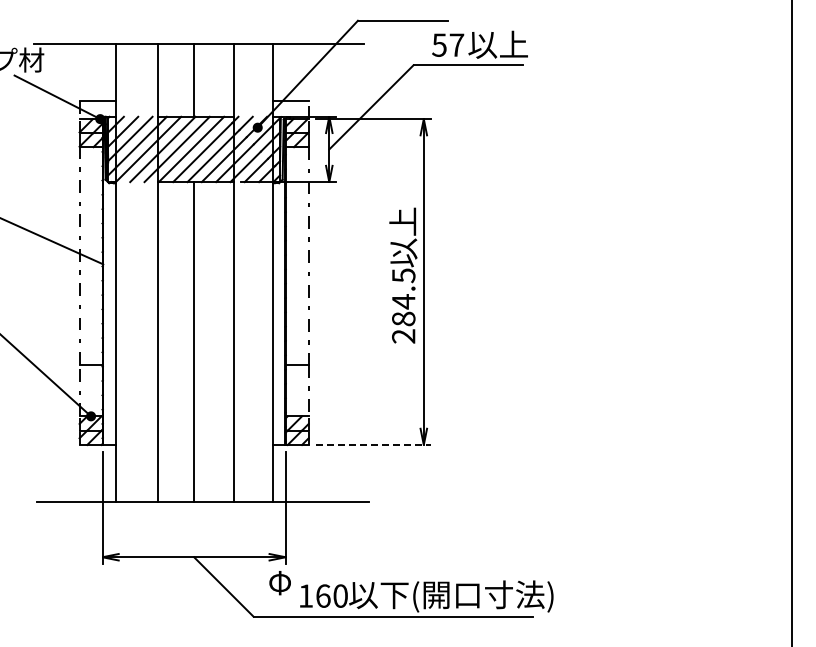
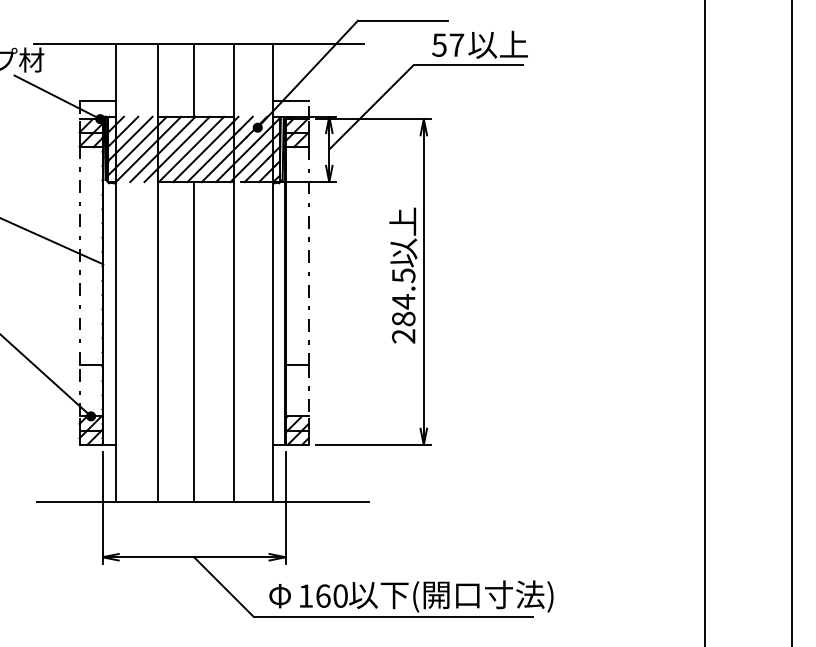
line at (705, 322): none -> present
line at (373, 444): dashed -> solid
text at (279, 583) position: (279, 583) -> (279, 596)
